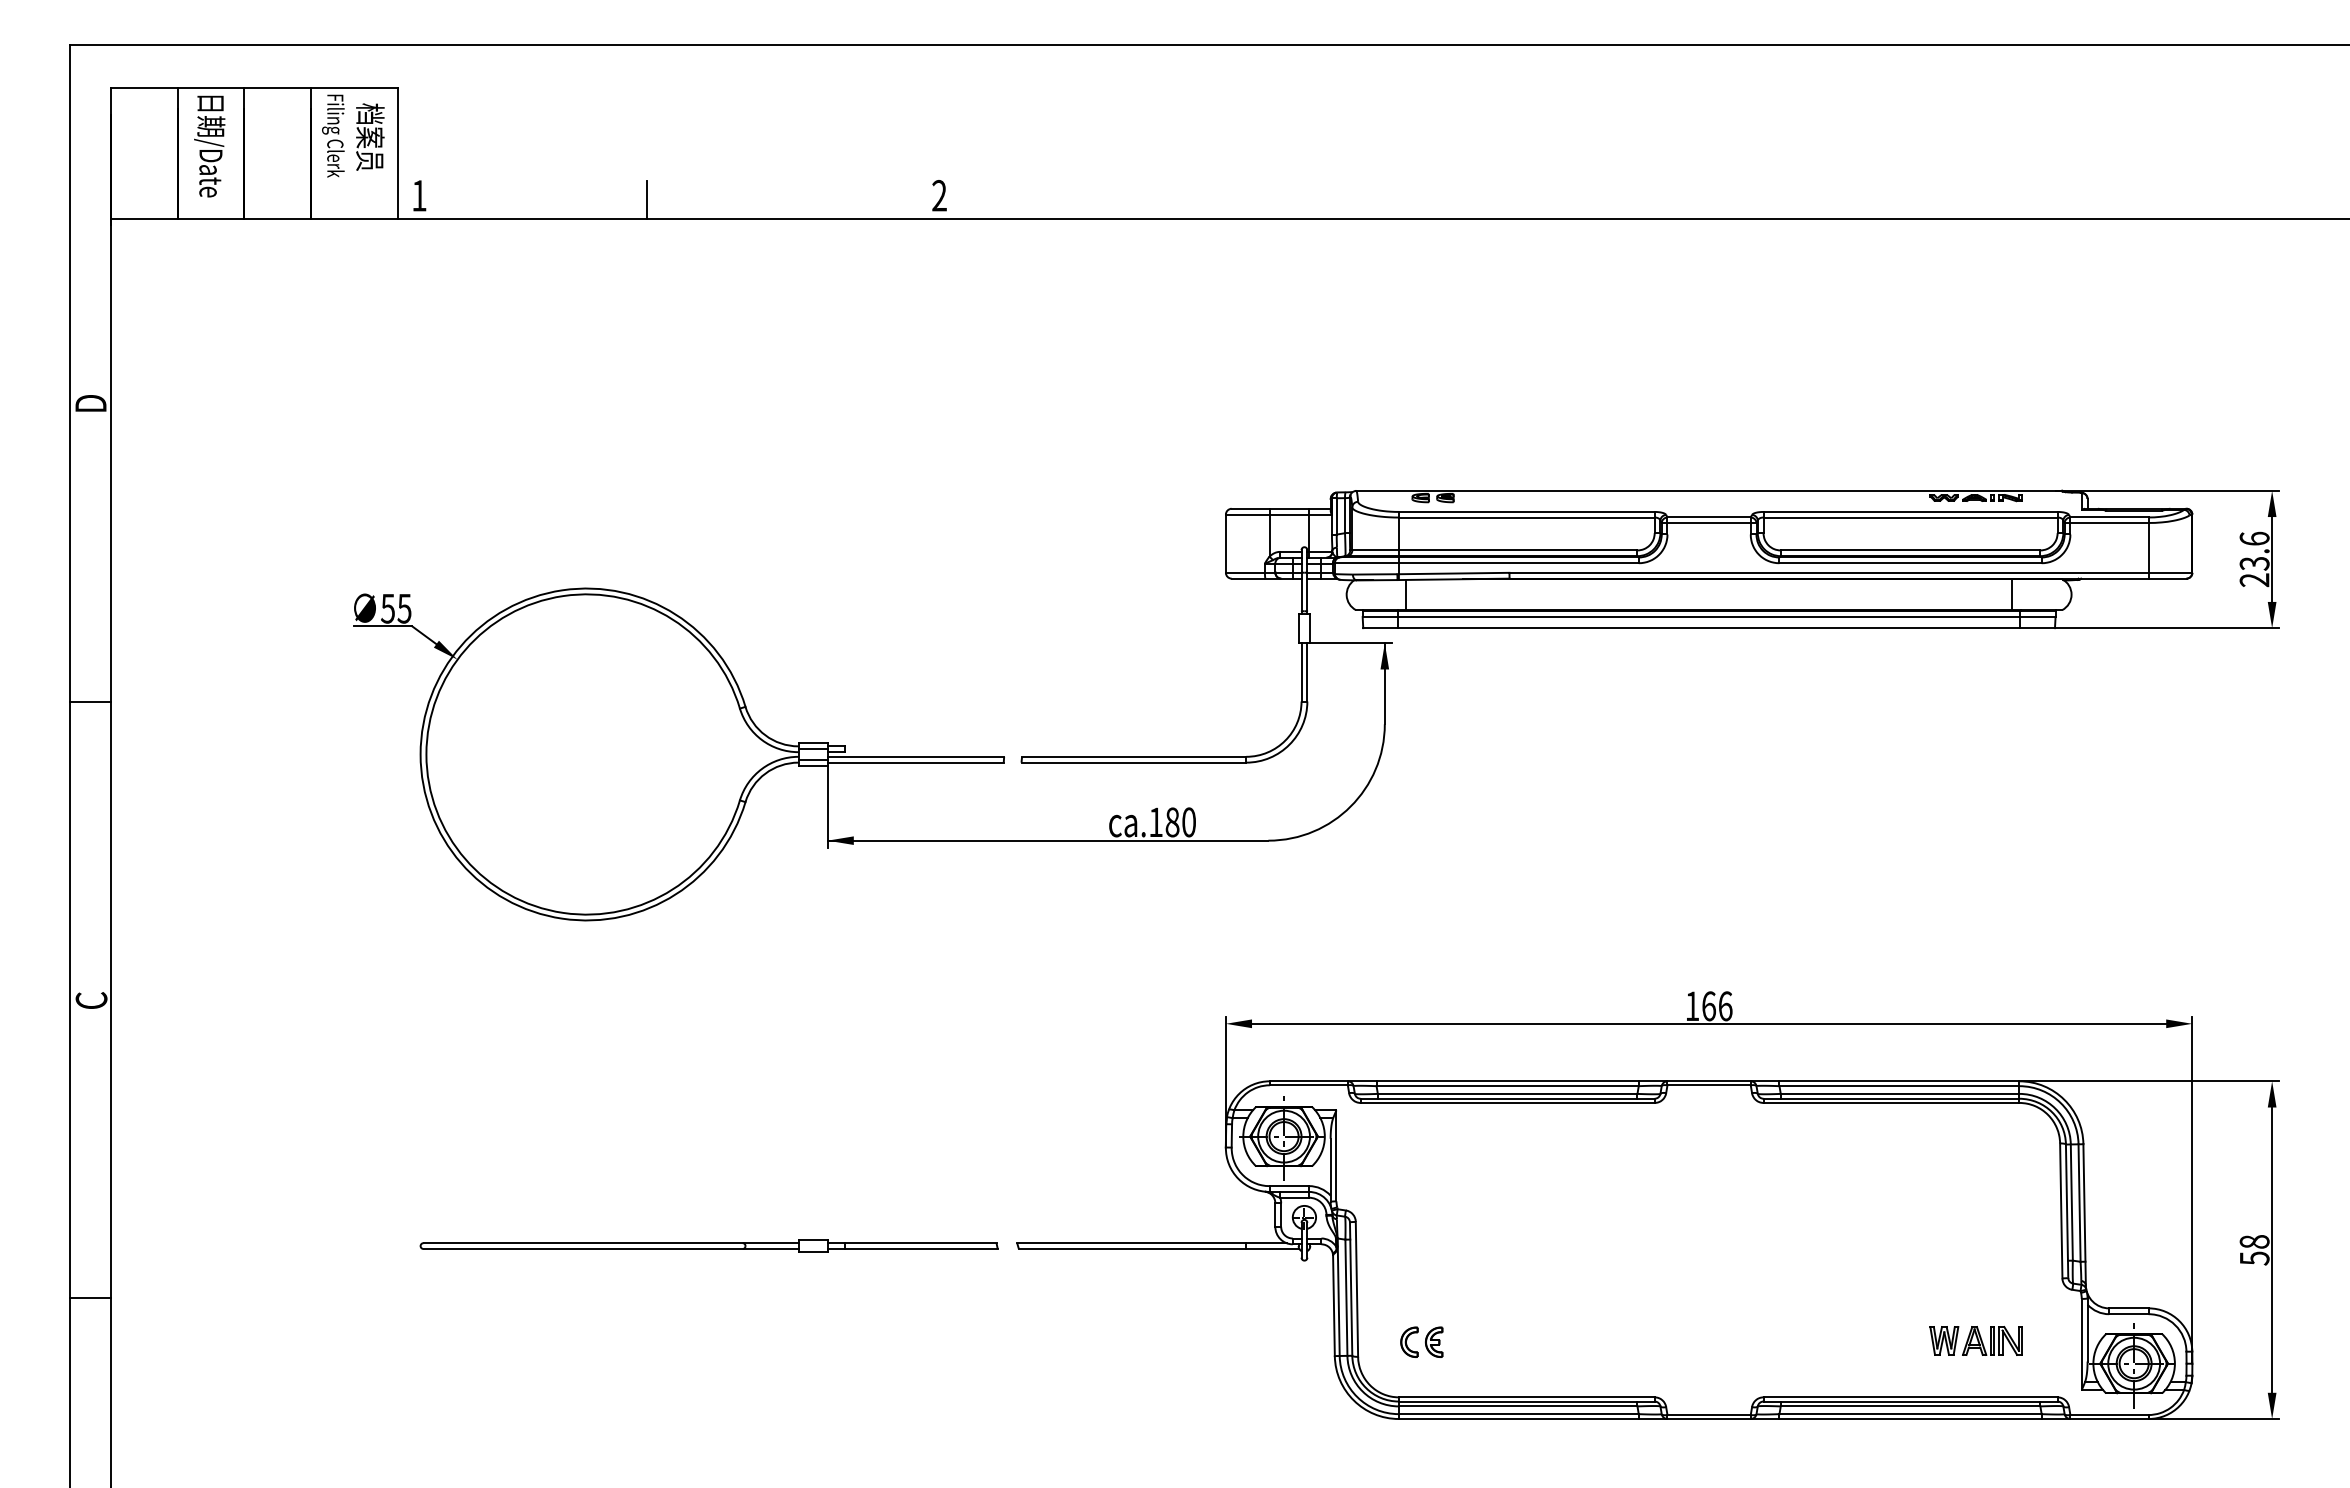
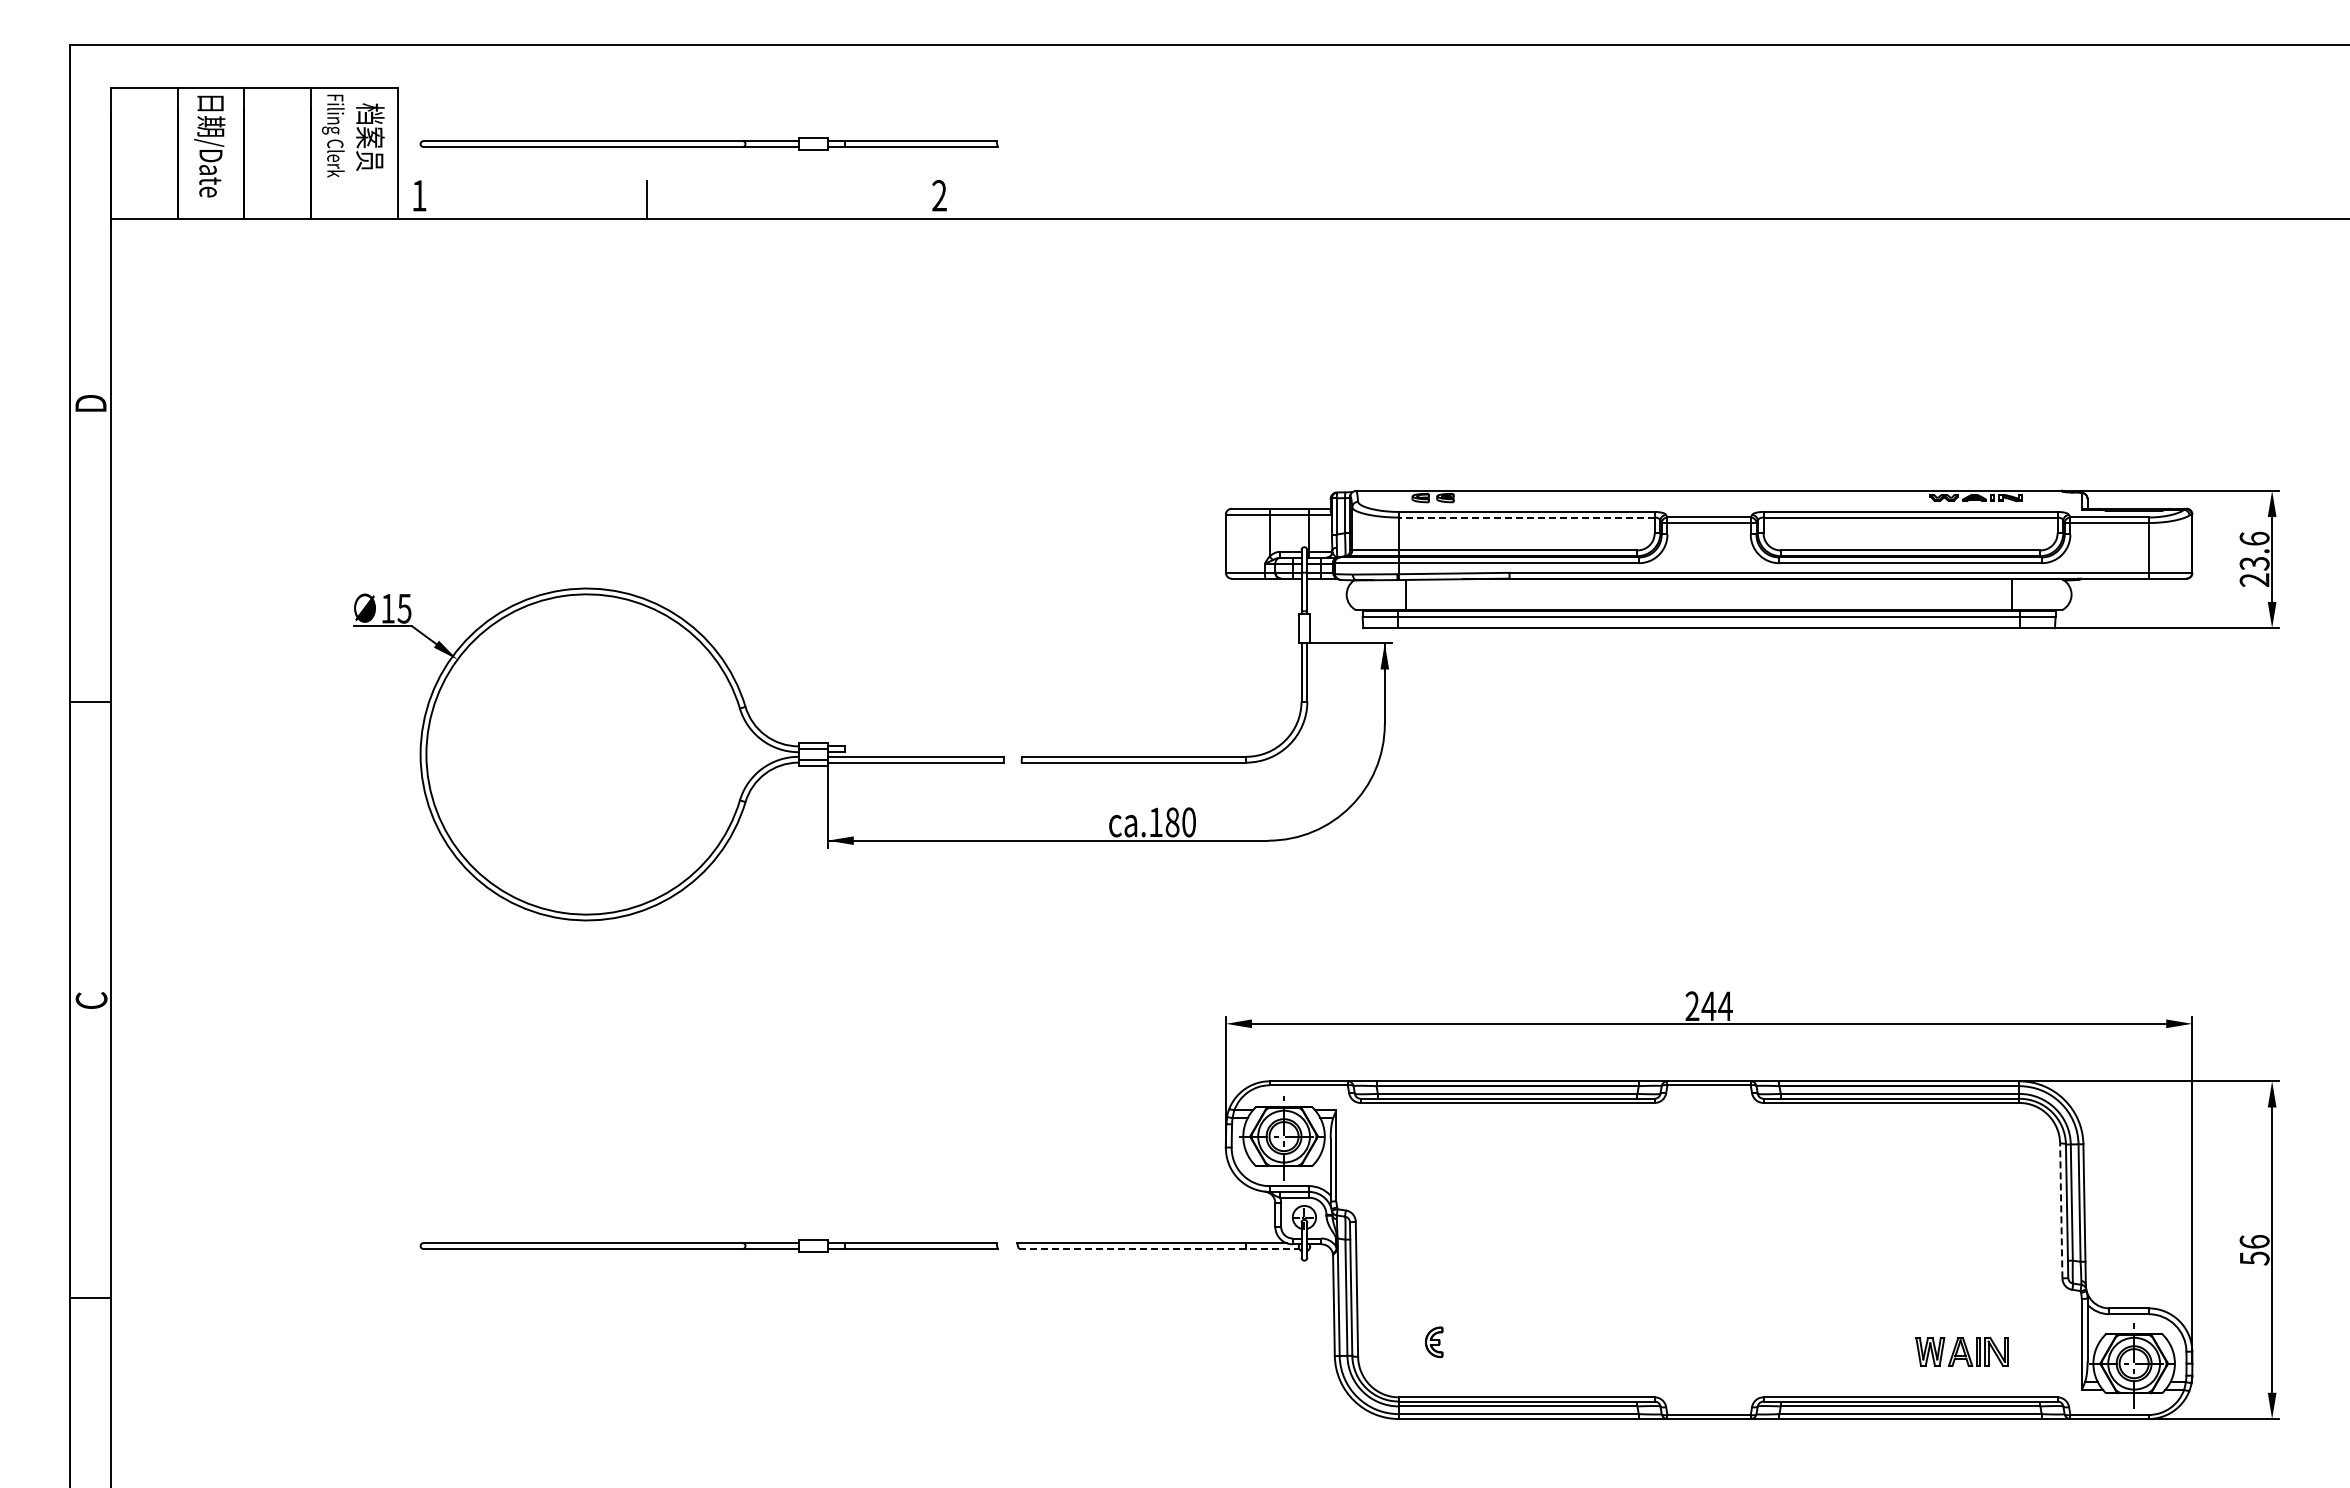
part at (708, 143): none -> present
line at (1526, 517): solid -> dashed
text at (387, 608): 55 -> 15
text at (1708, 1006): 166 -> 244
line at (2061, 1210): solid -> dashed
text at (2254, 1241): 58 -> 56
line at (1159, 1248): solid -> dashed
part at (1975, 1340) position: (1975, 1340) -> (1961, 1351)
part at (1409, 1341): present -> none
